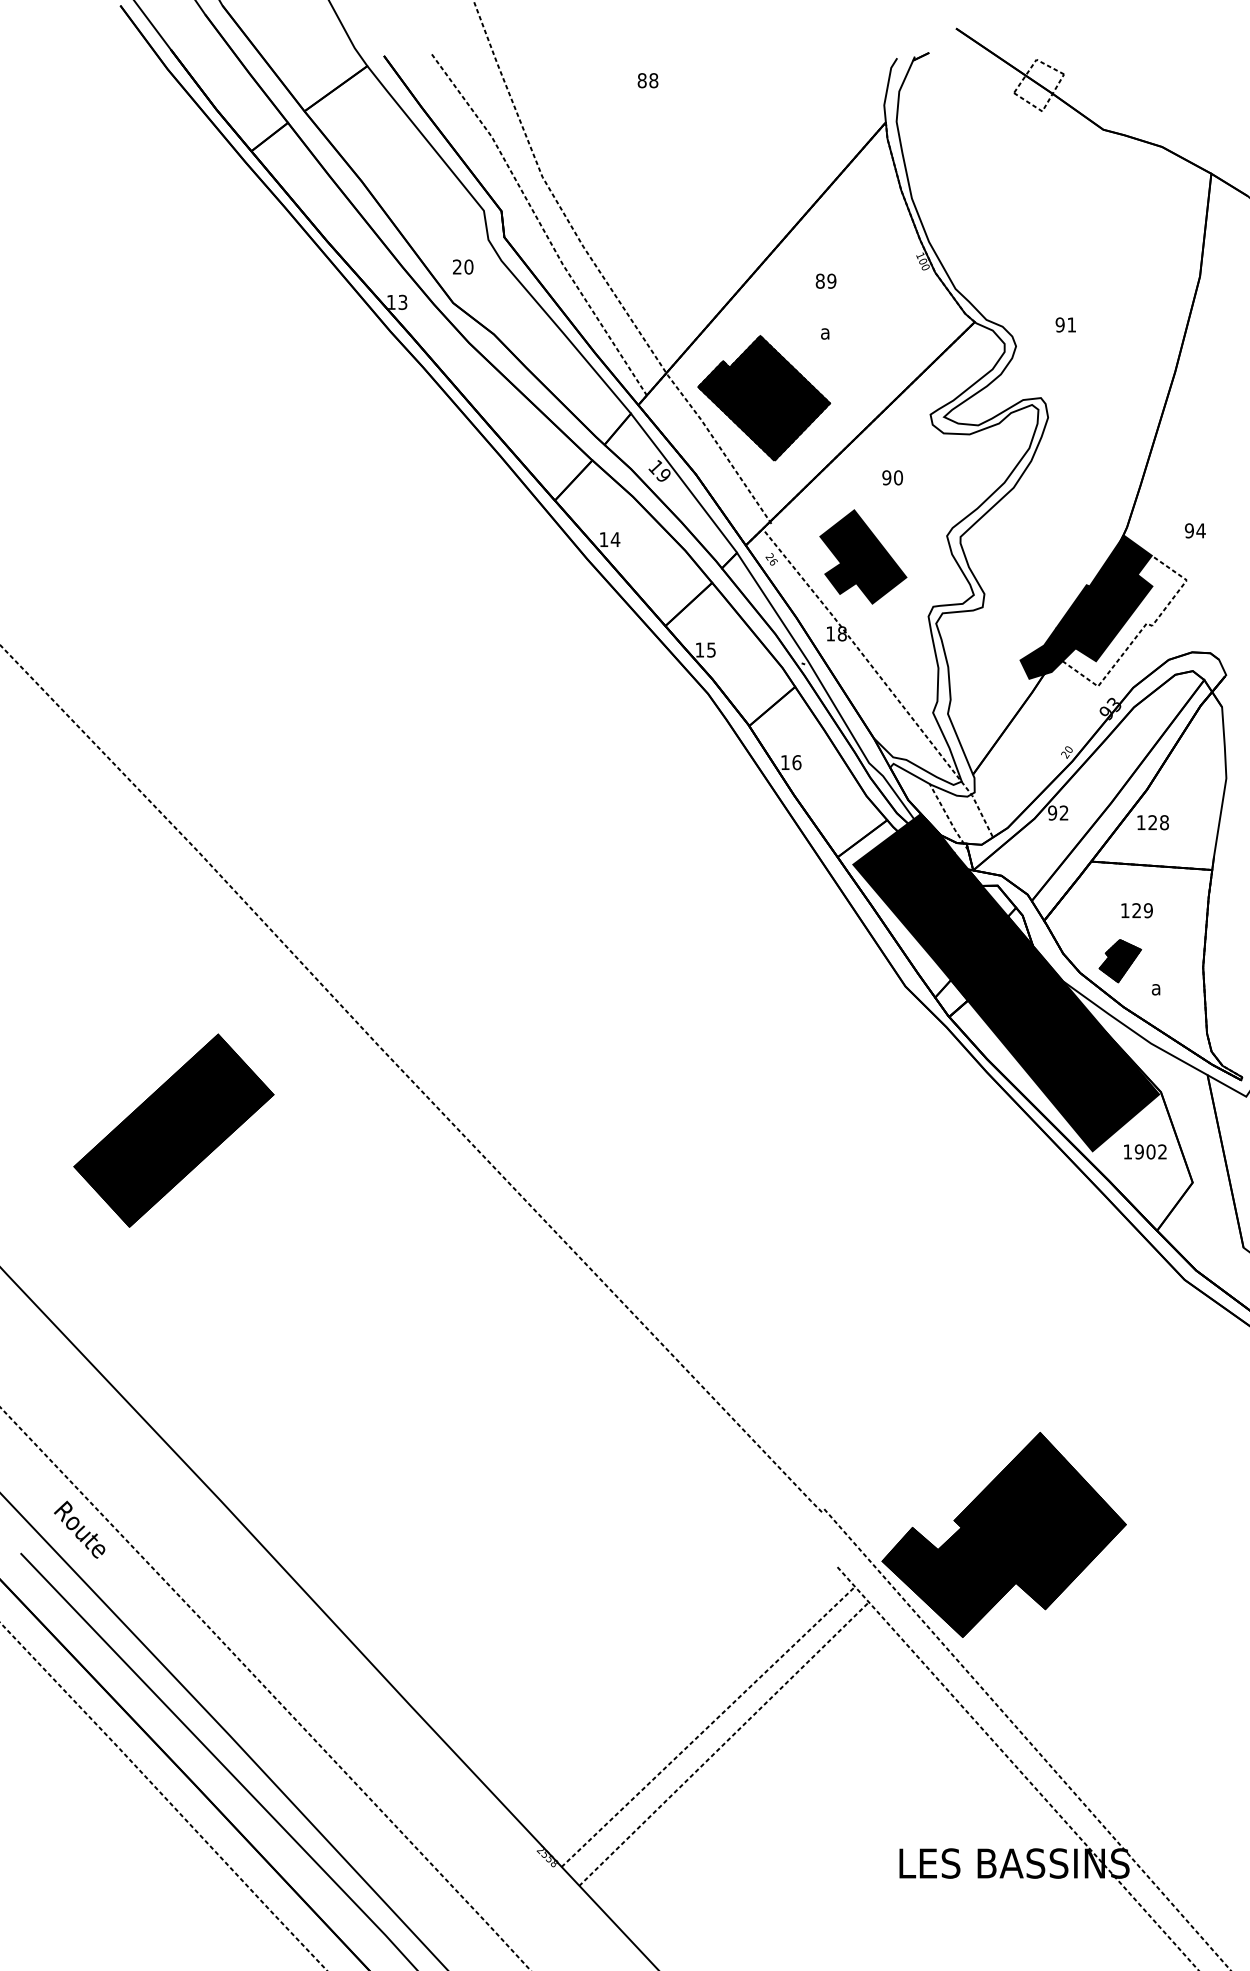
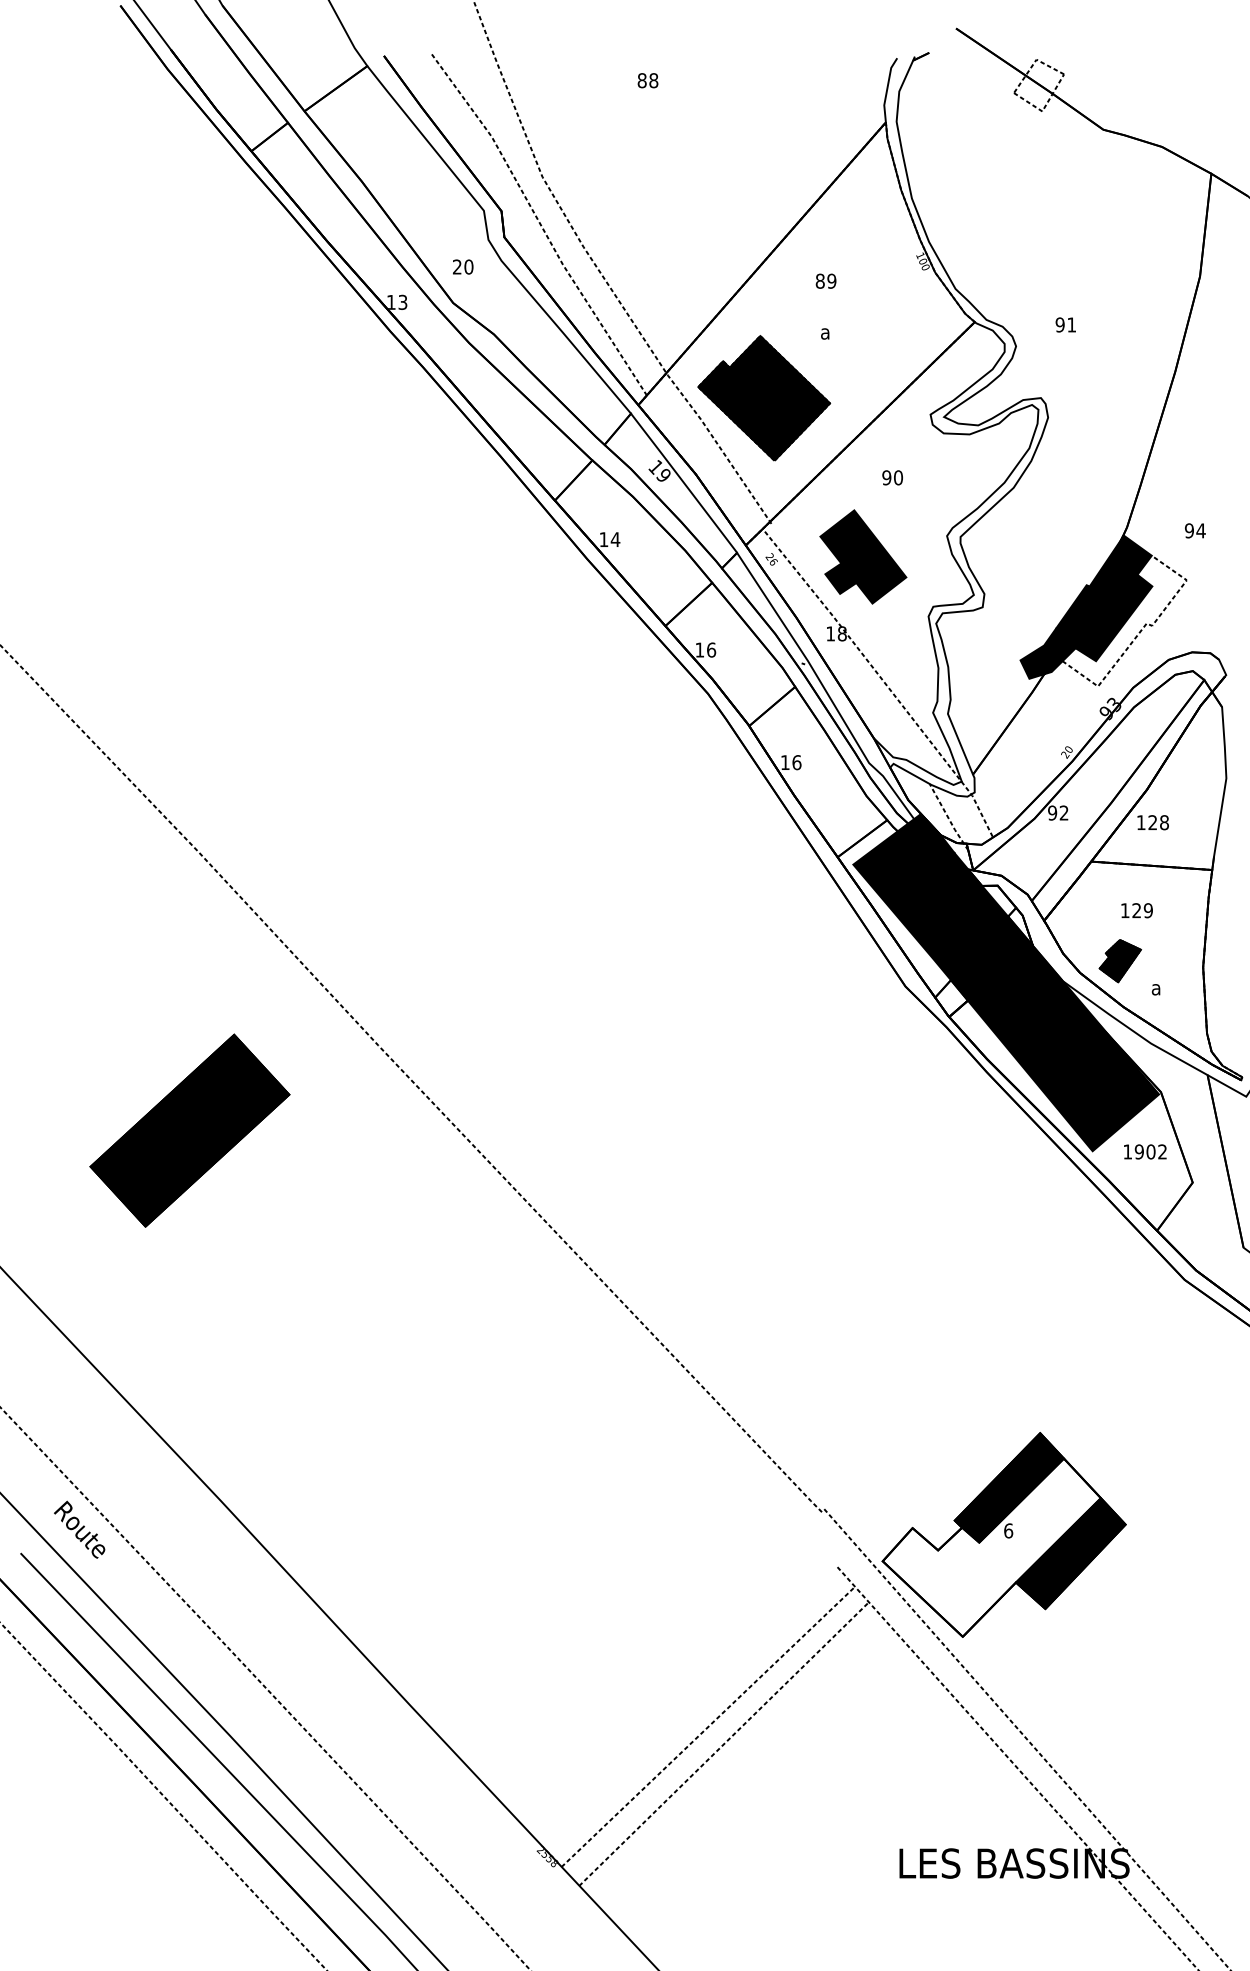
text at (711, 649): 15 -> 16
part at (173, 1130) position: (173, 1130) -> (189, 1130)
fill at (991, 1547): present -> none
